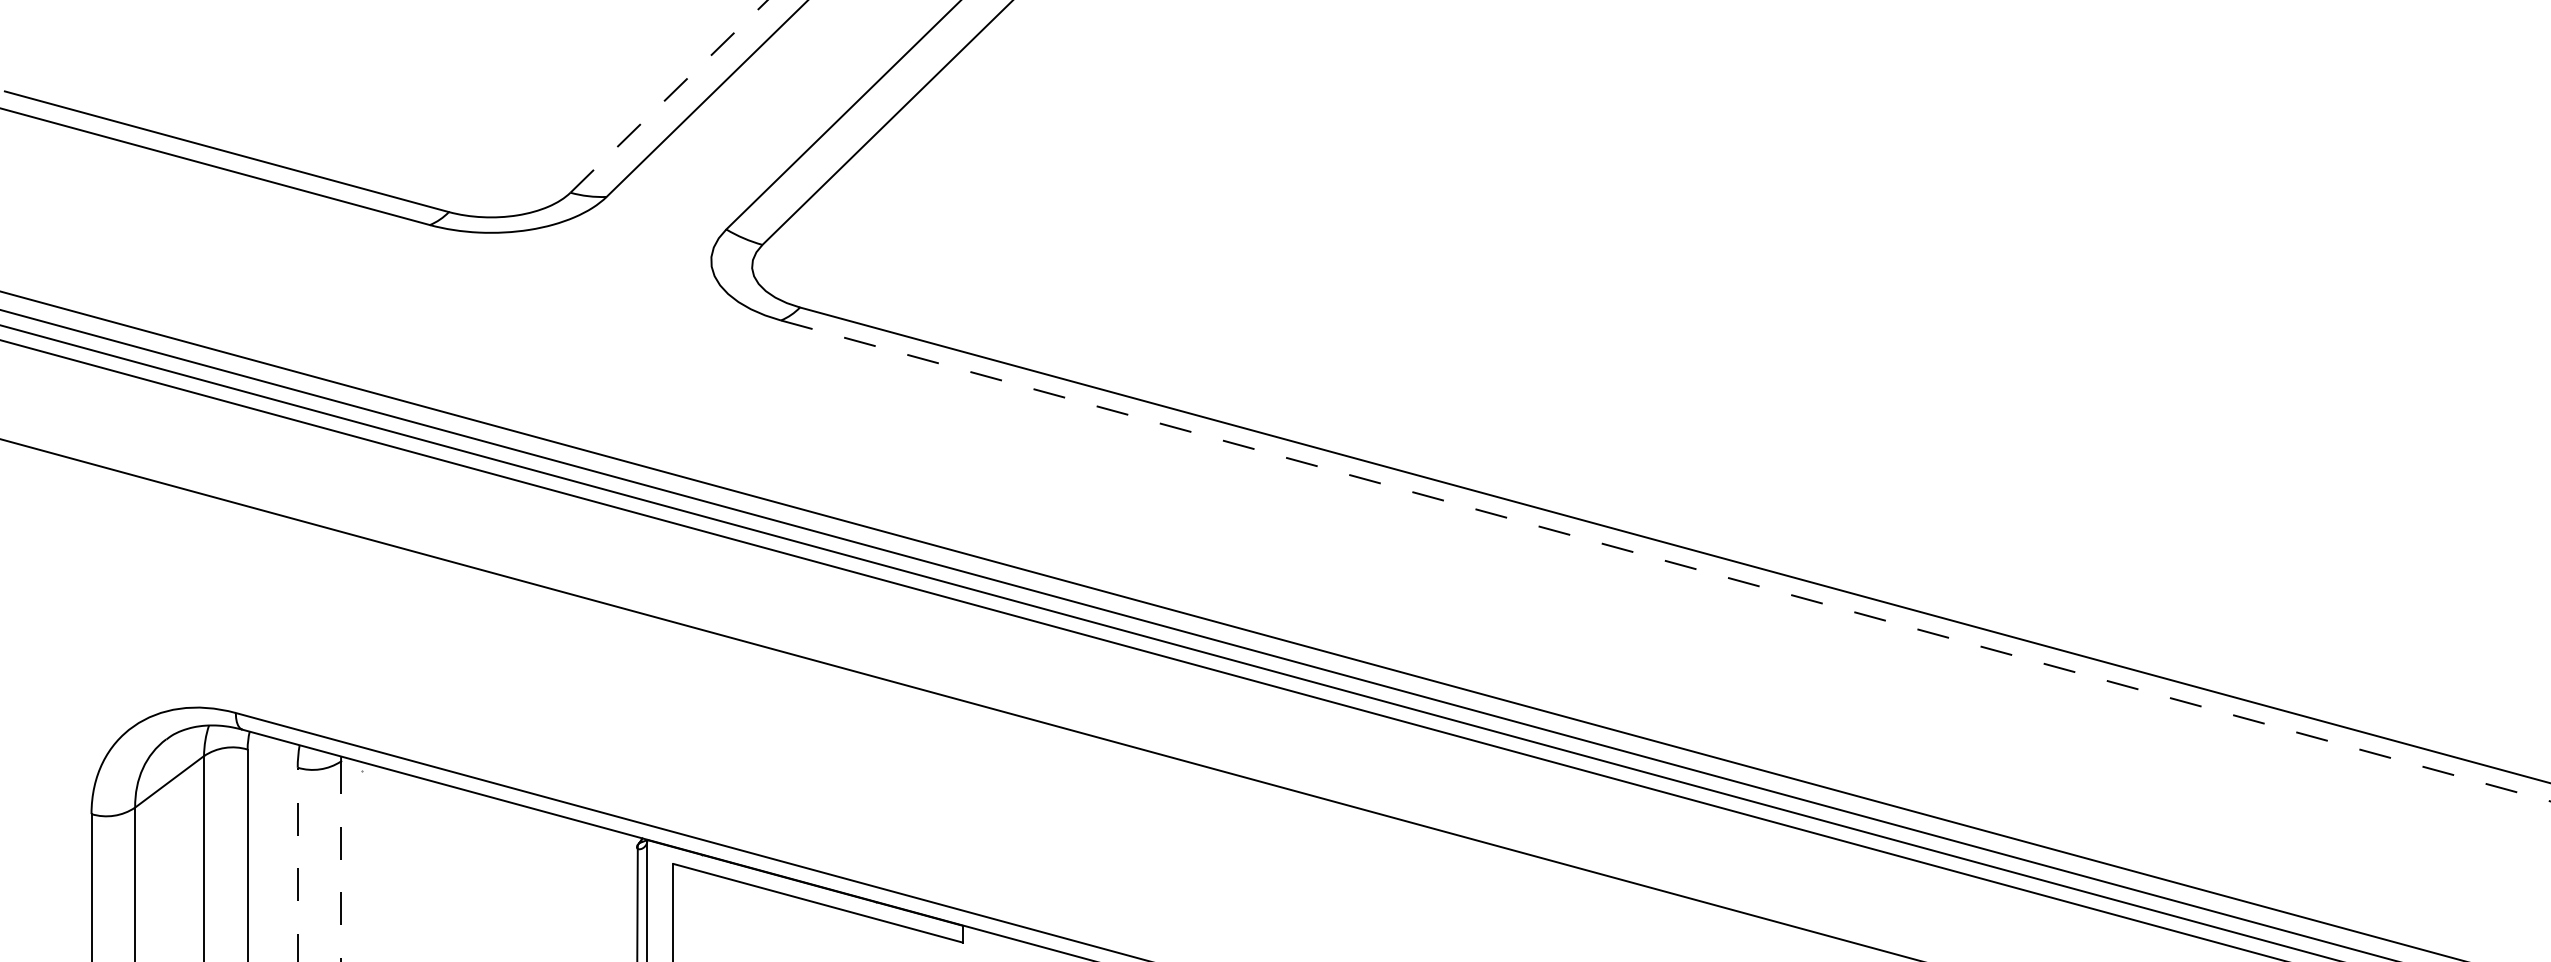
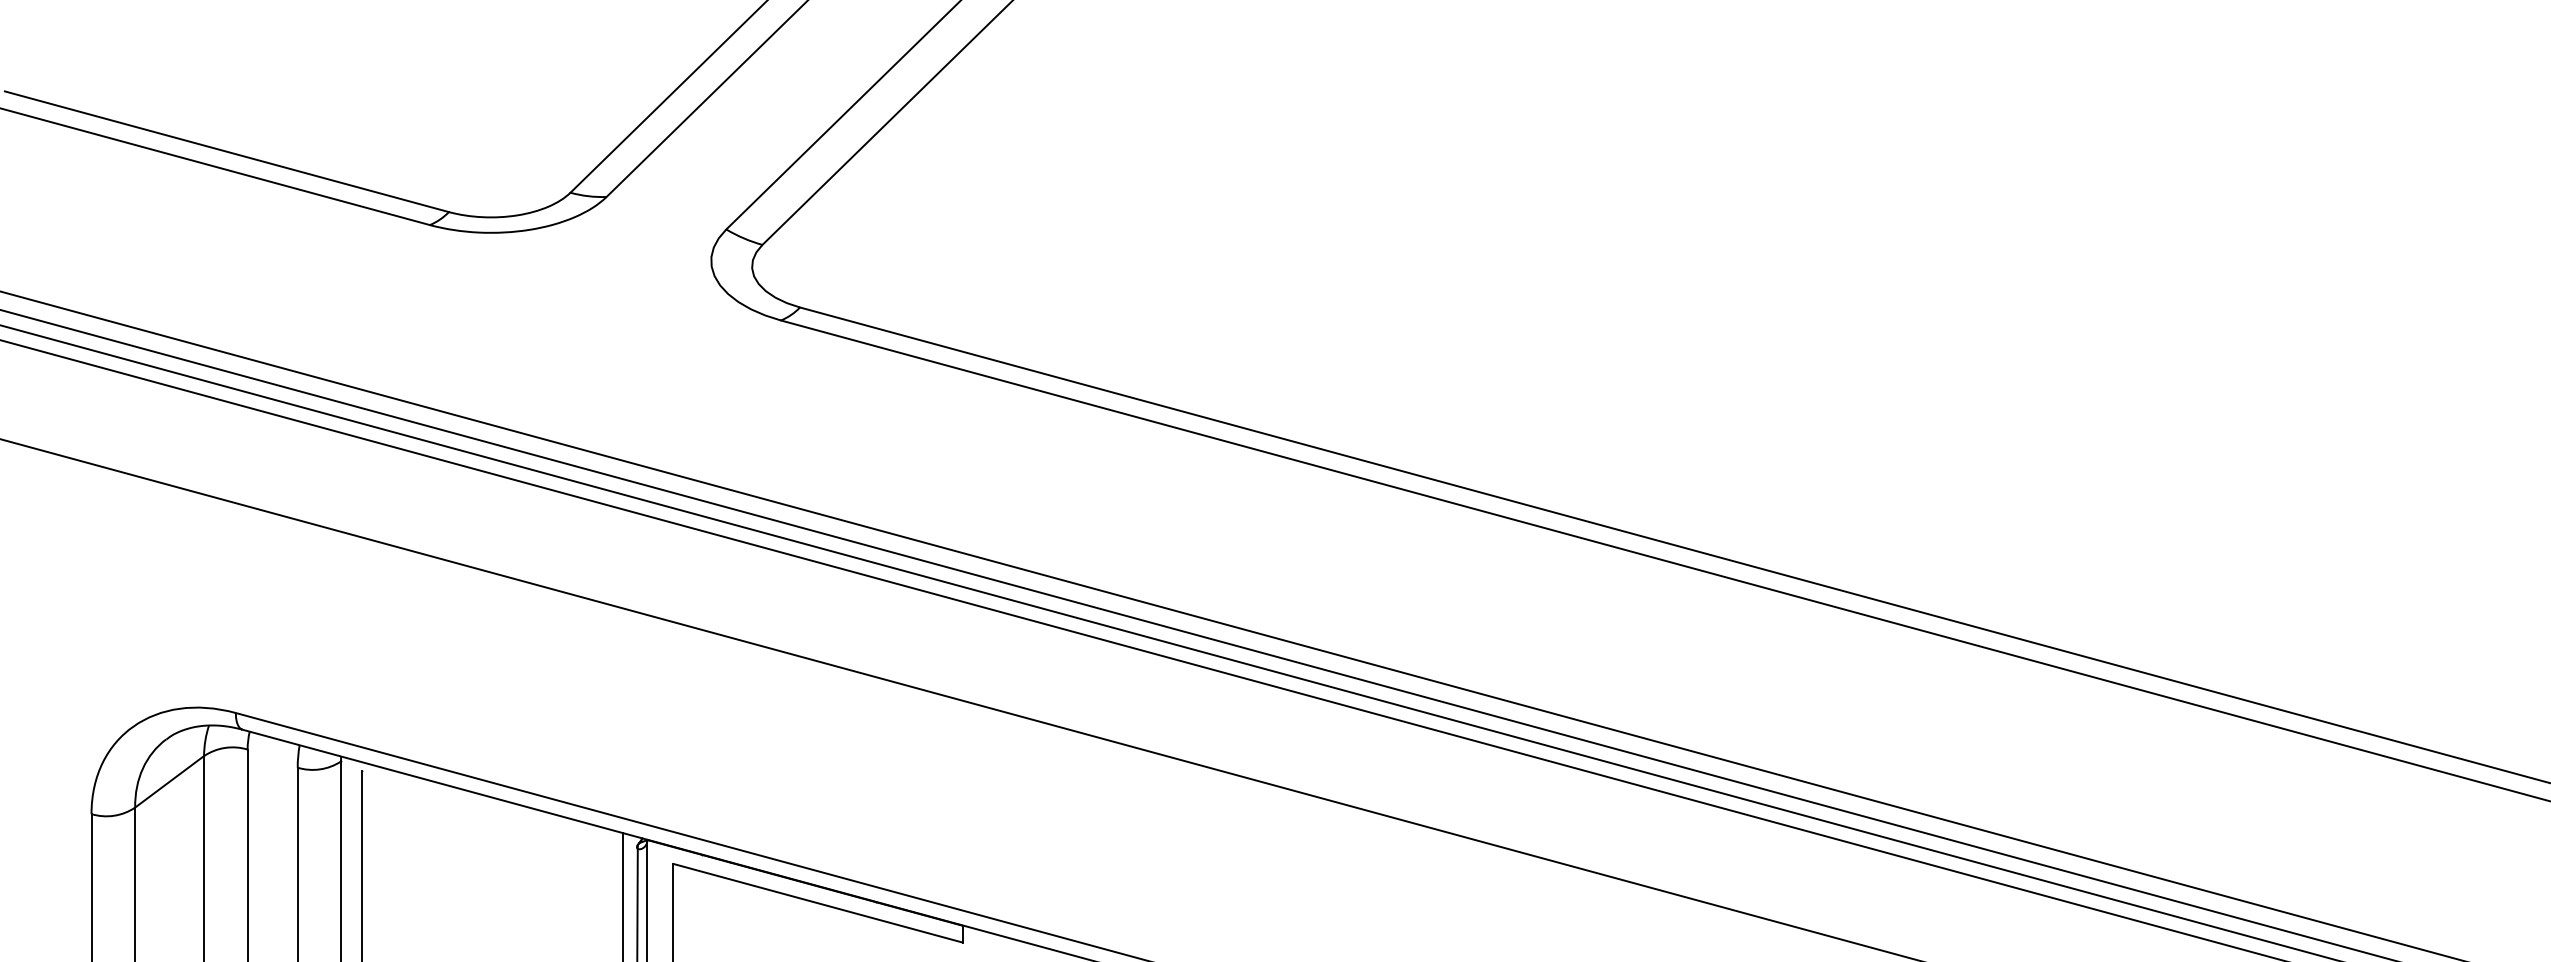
line at (669, 96): dashed -> solid
line at (1665, 560): dashed -> solid
line at (341, 861): dashed -> solid
line at (297, 864): dashed -> solid
line at (361, 864): none -> present
line at (622, 895): none -> present
